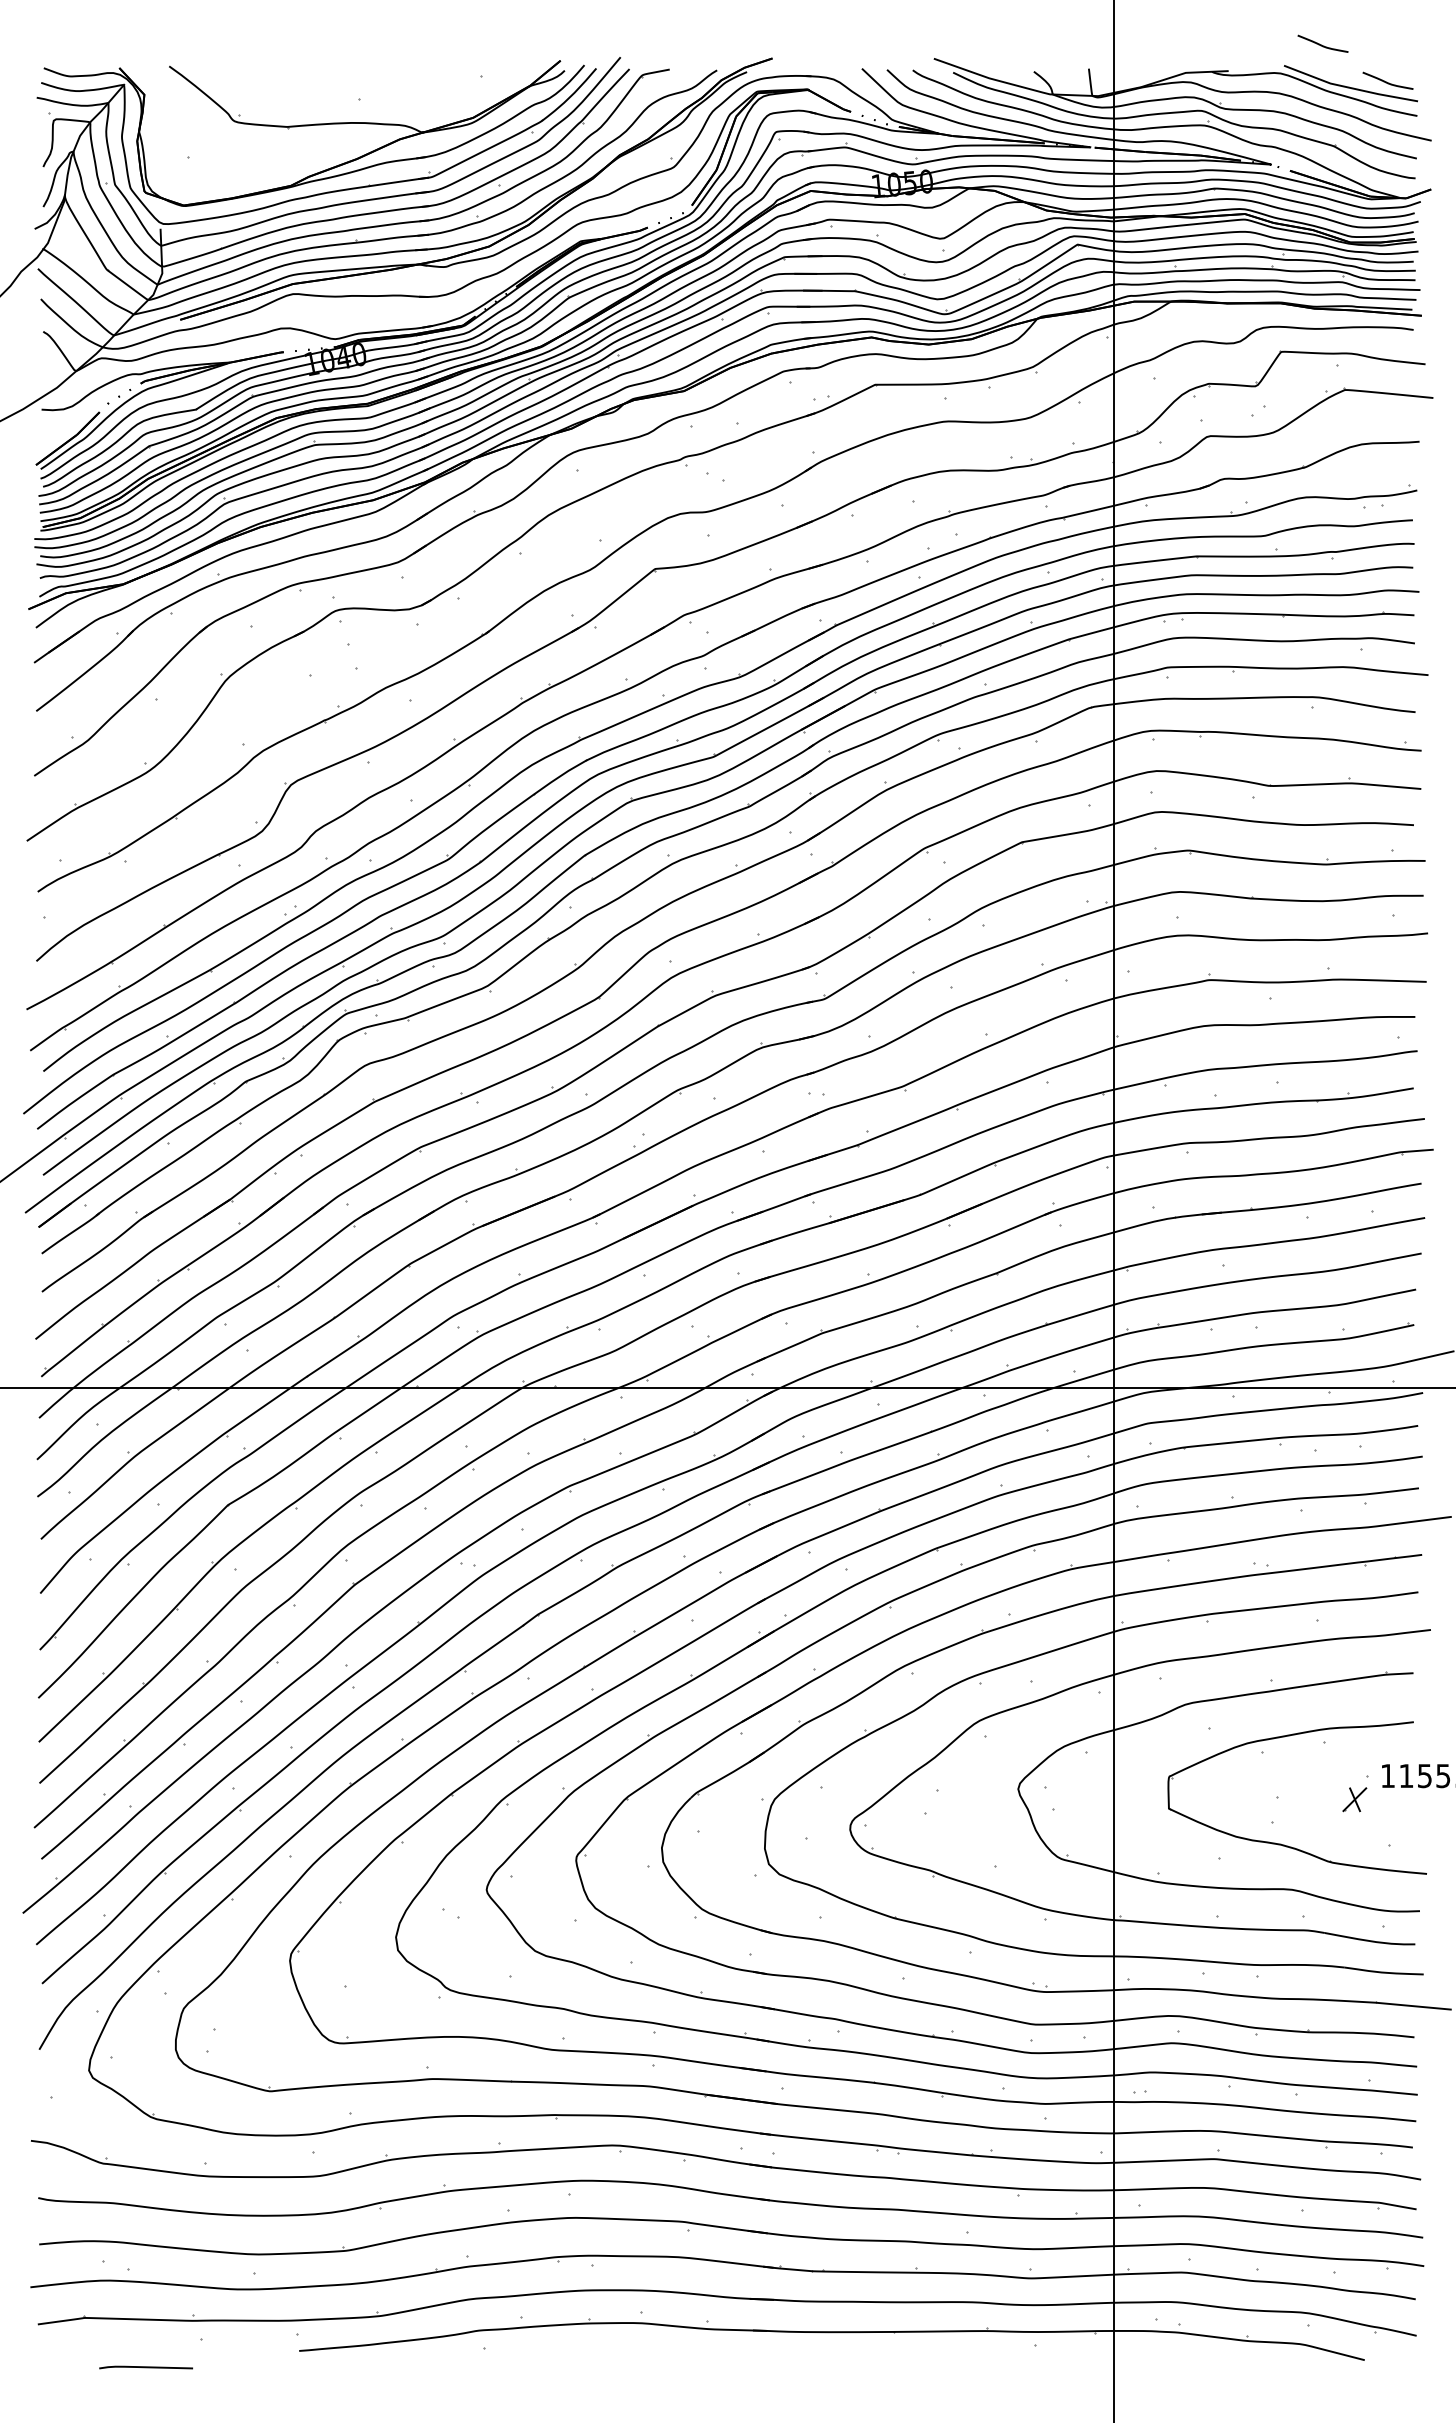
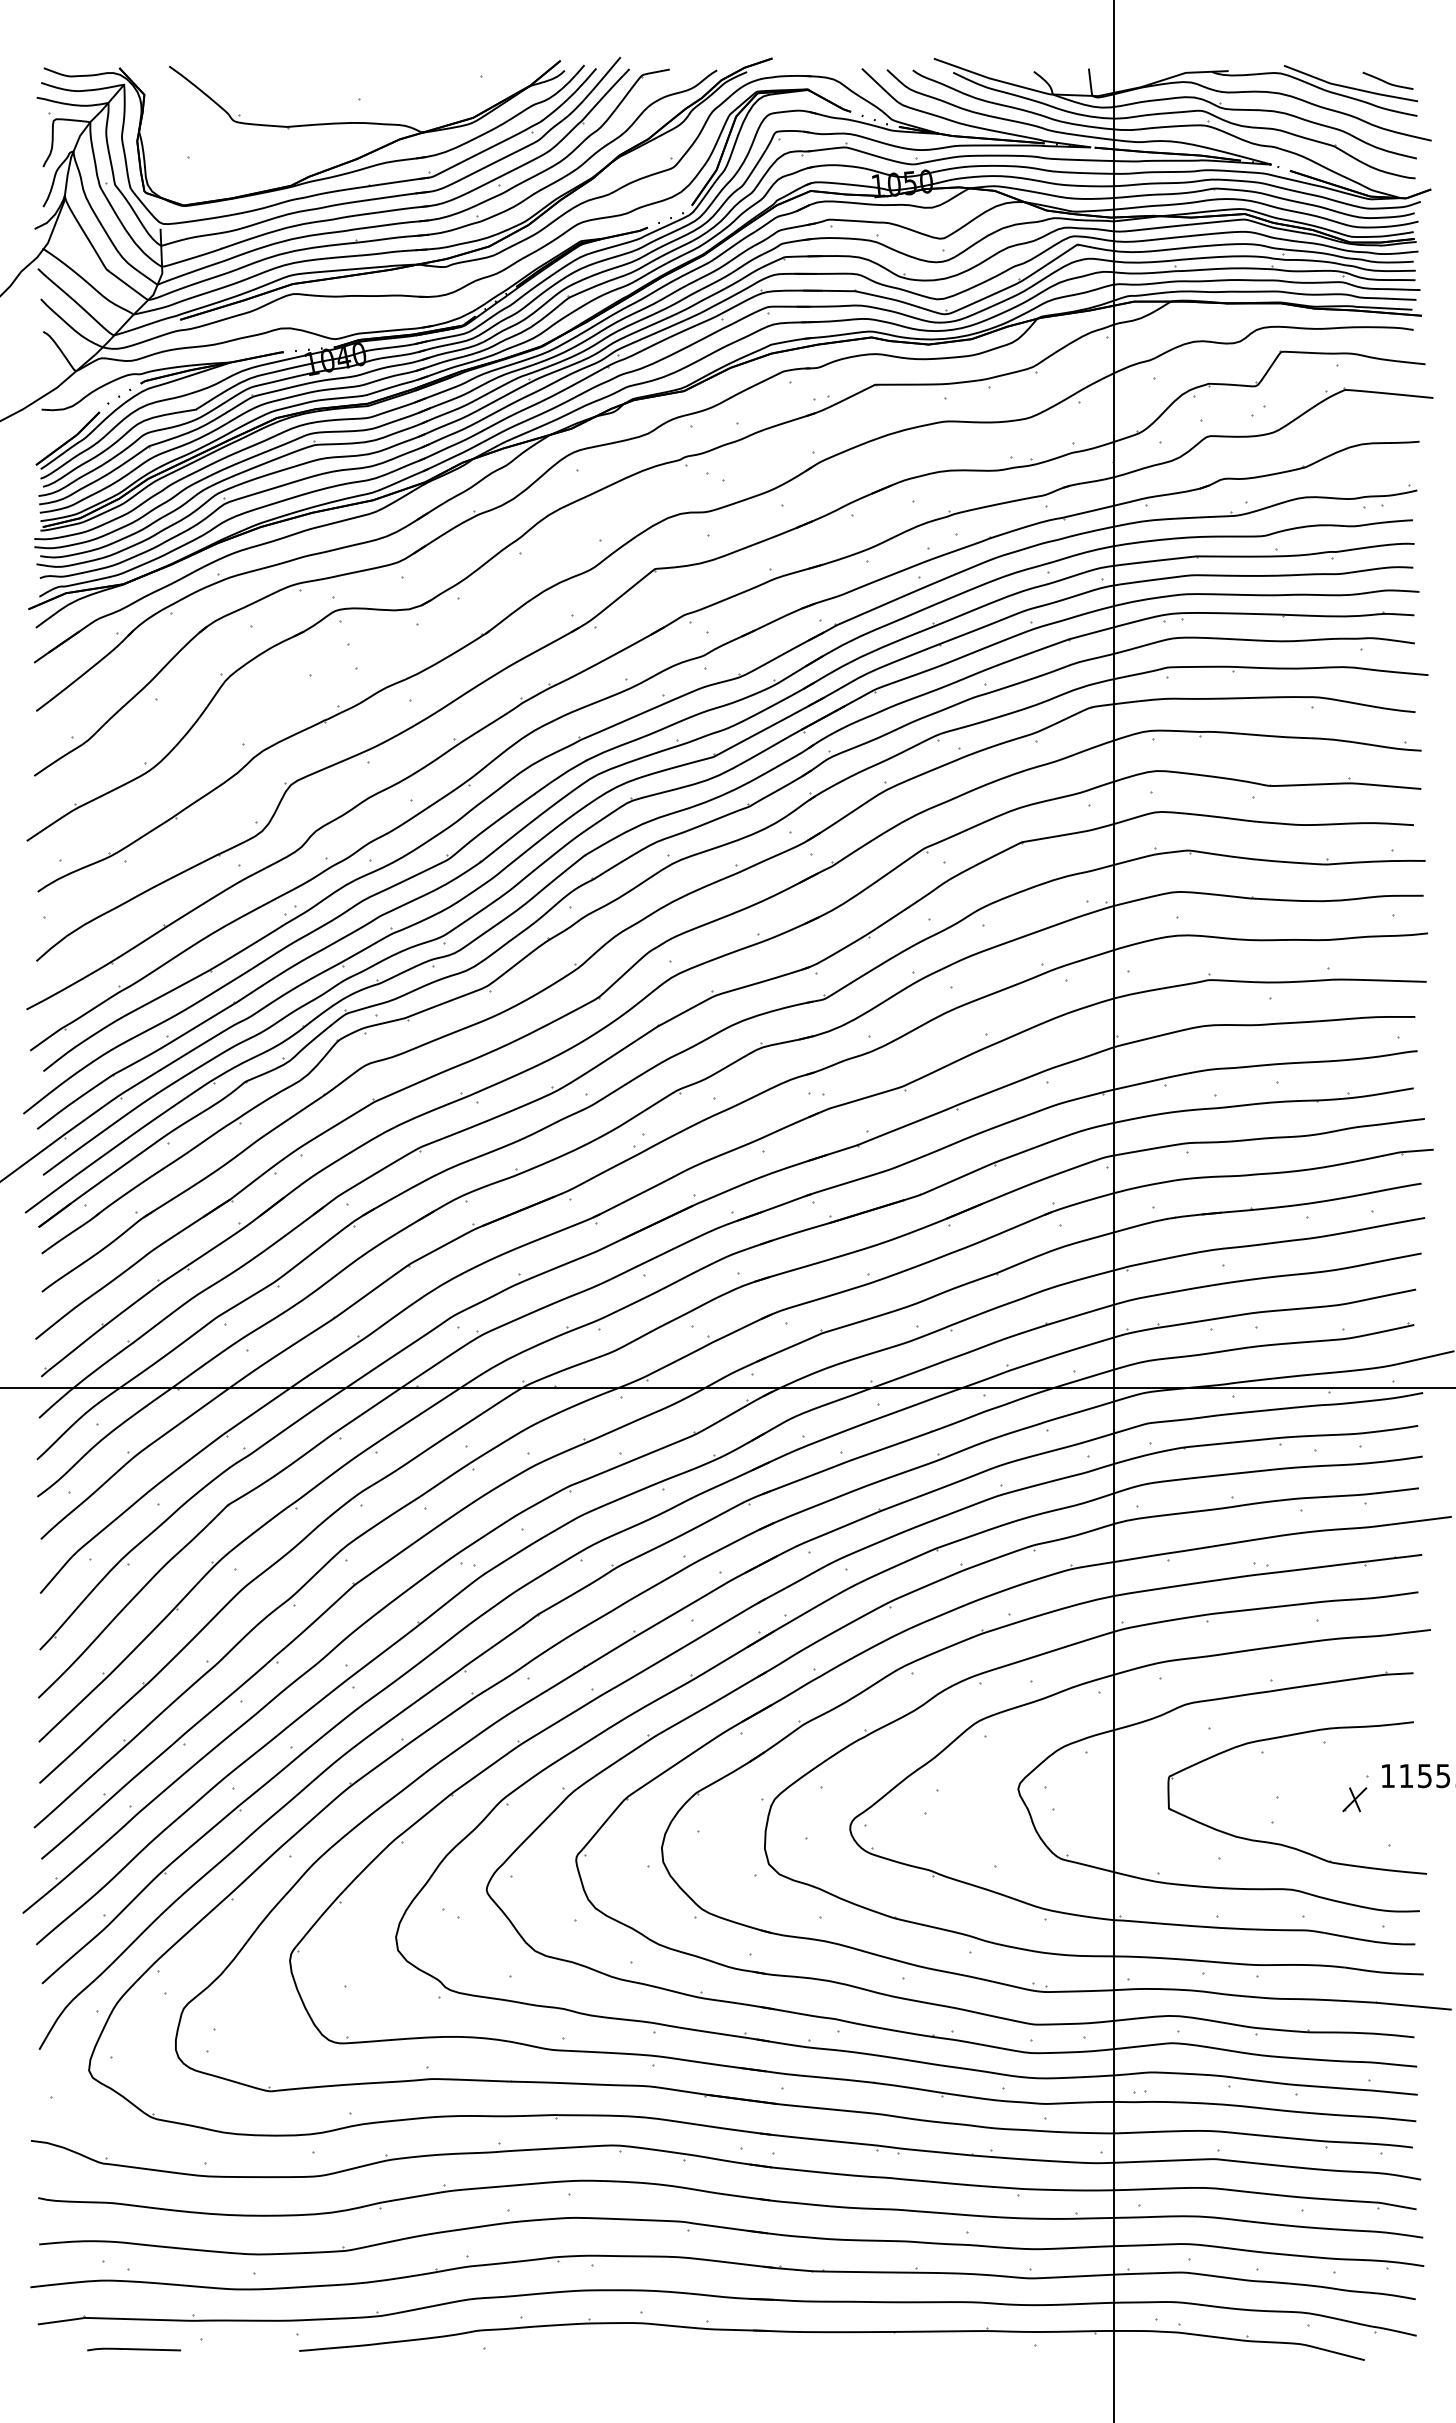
curve at (1321, 44): present -> none
curve at (145, 2367) position: (145, 2367) -> (133, 2349)
